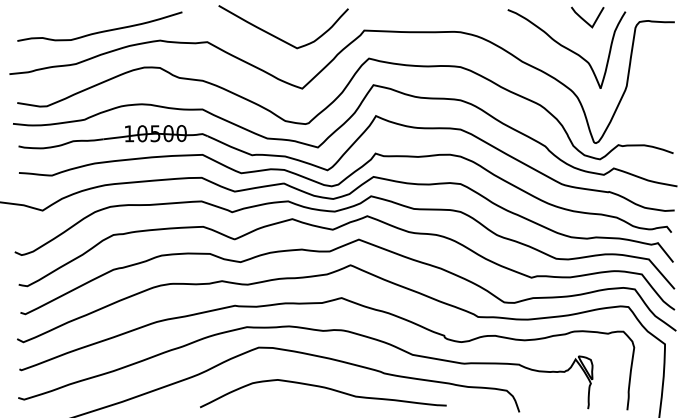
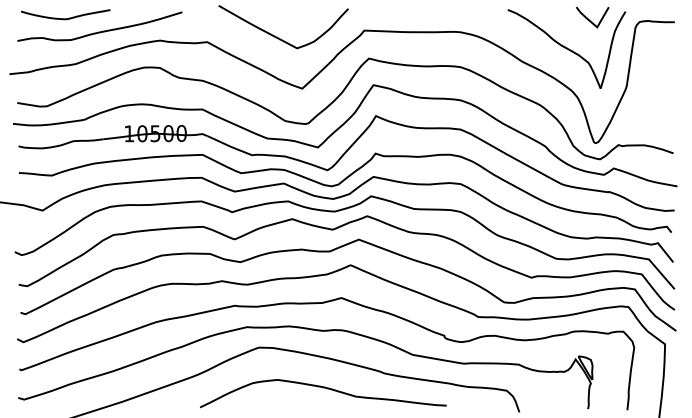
curve at (65, 18): none -> present
curve at (584, 19) position: (584, 19) -> (589, 19)
